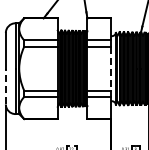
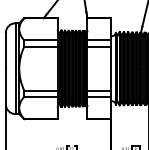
line at (111, 68): dashed -> solid
line at (5, 86): dashed -> solid
